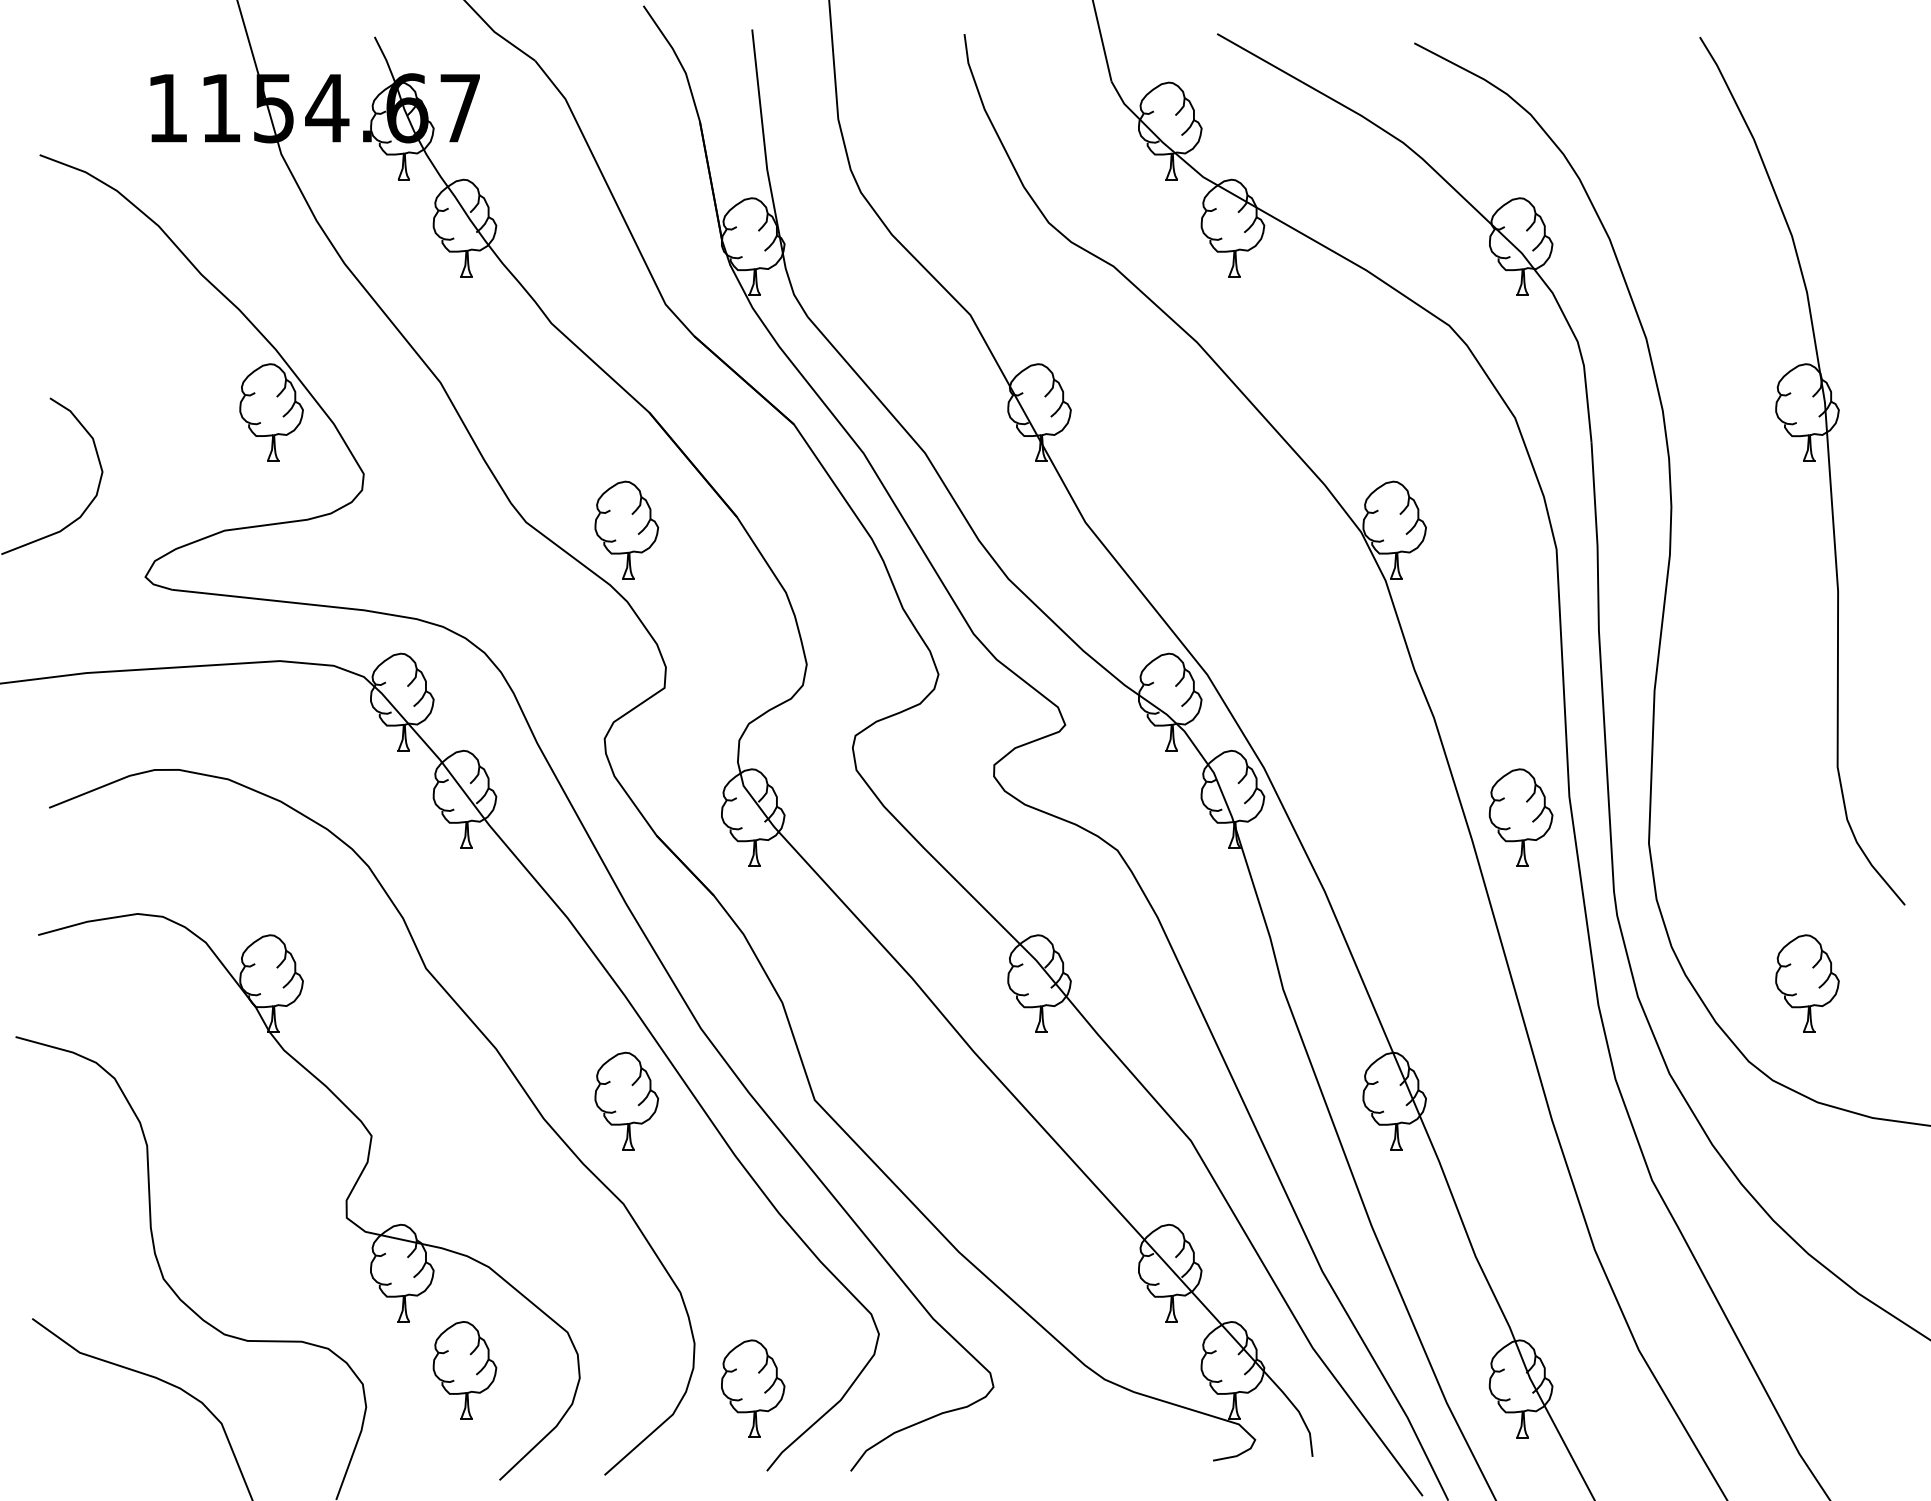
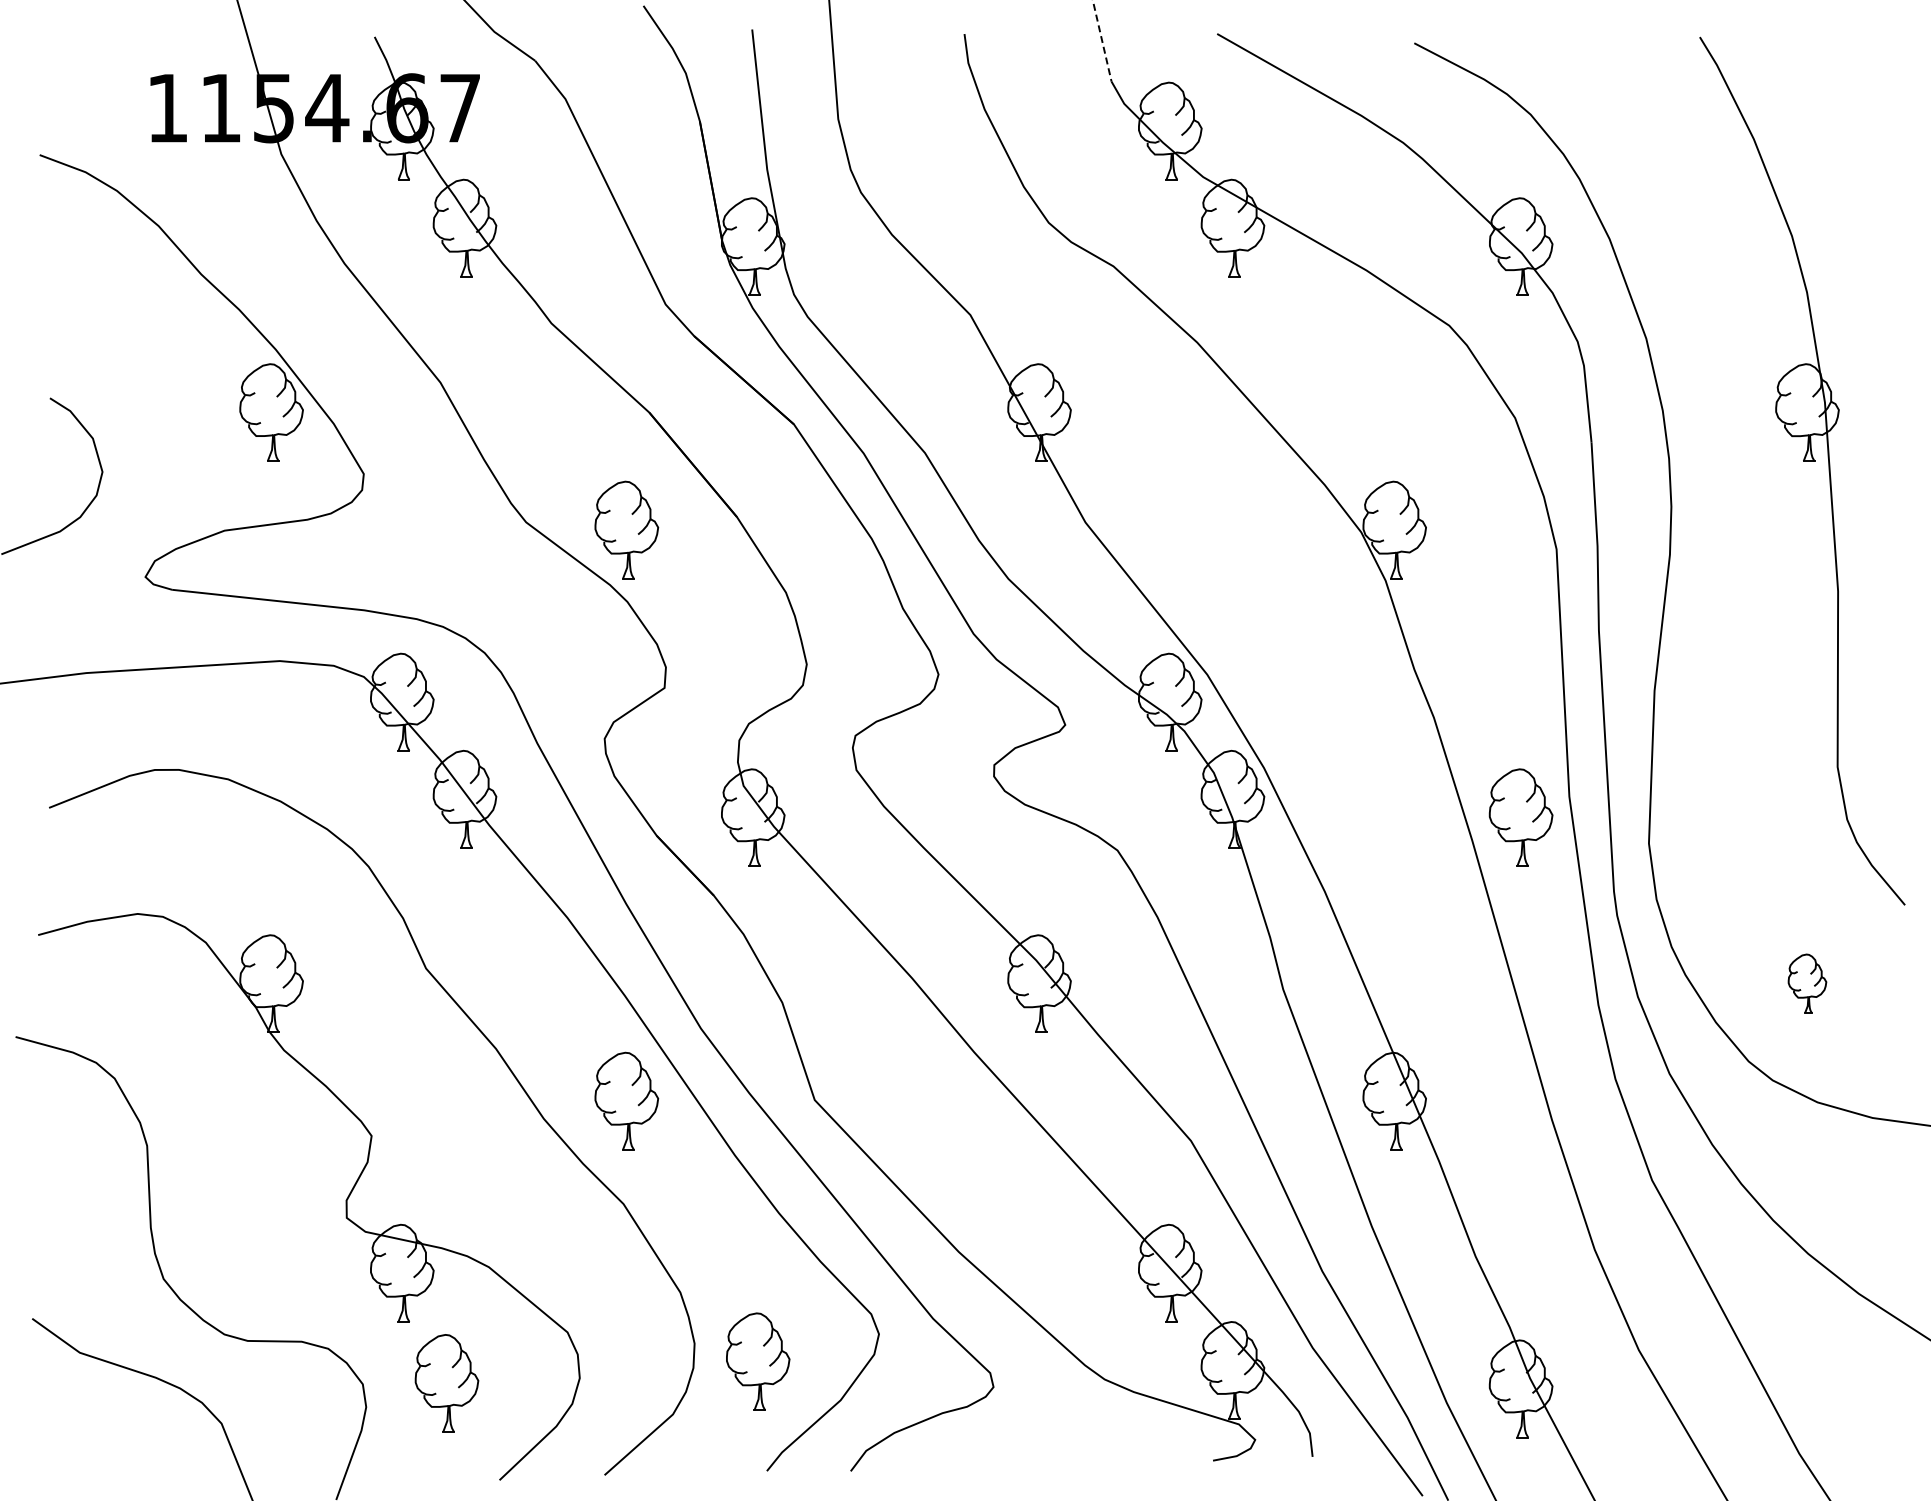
line at (1102, 40): solid -> dashed
part at (1807, 983) size: 65x99 px -> 41x61 px
part at (464, 1370) position: (464, 1370) -> (446, 1383)
part at (753, 1388) position: (753, 1388) -> (758, 1361)
